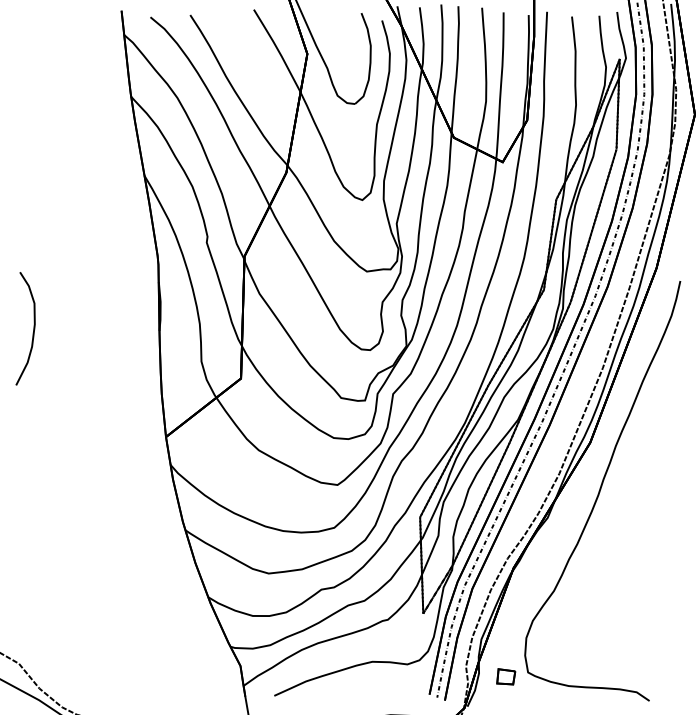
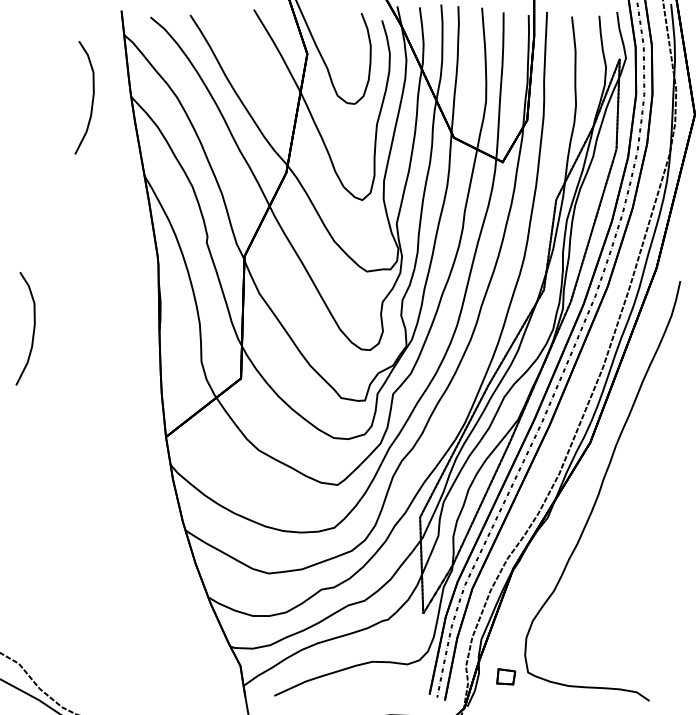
curve at (92, 97): none -> present
